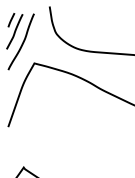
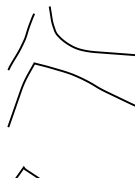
part at (14, 31): present -> none
